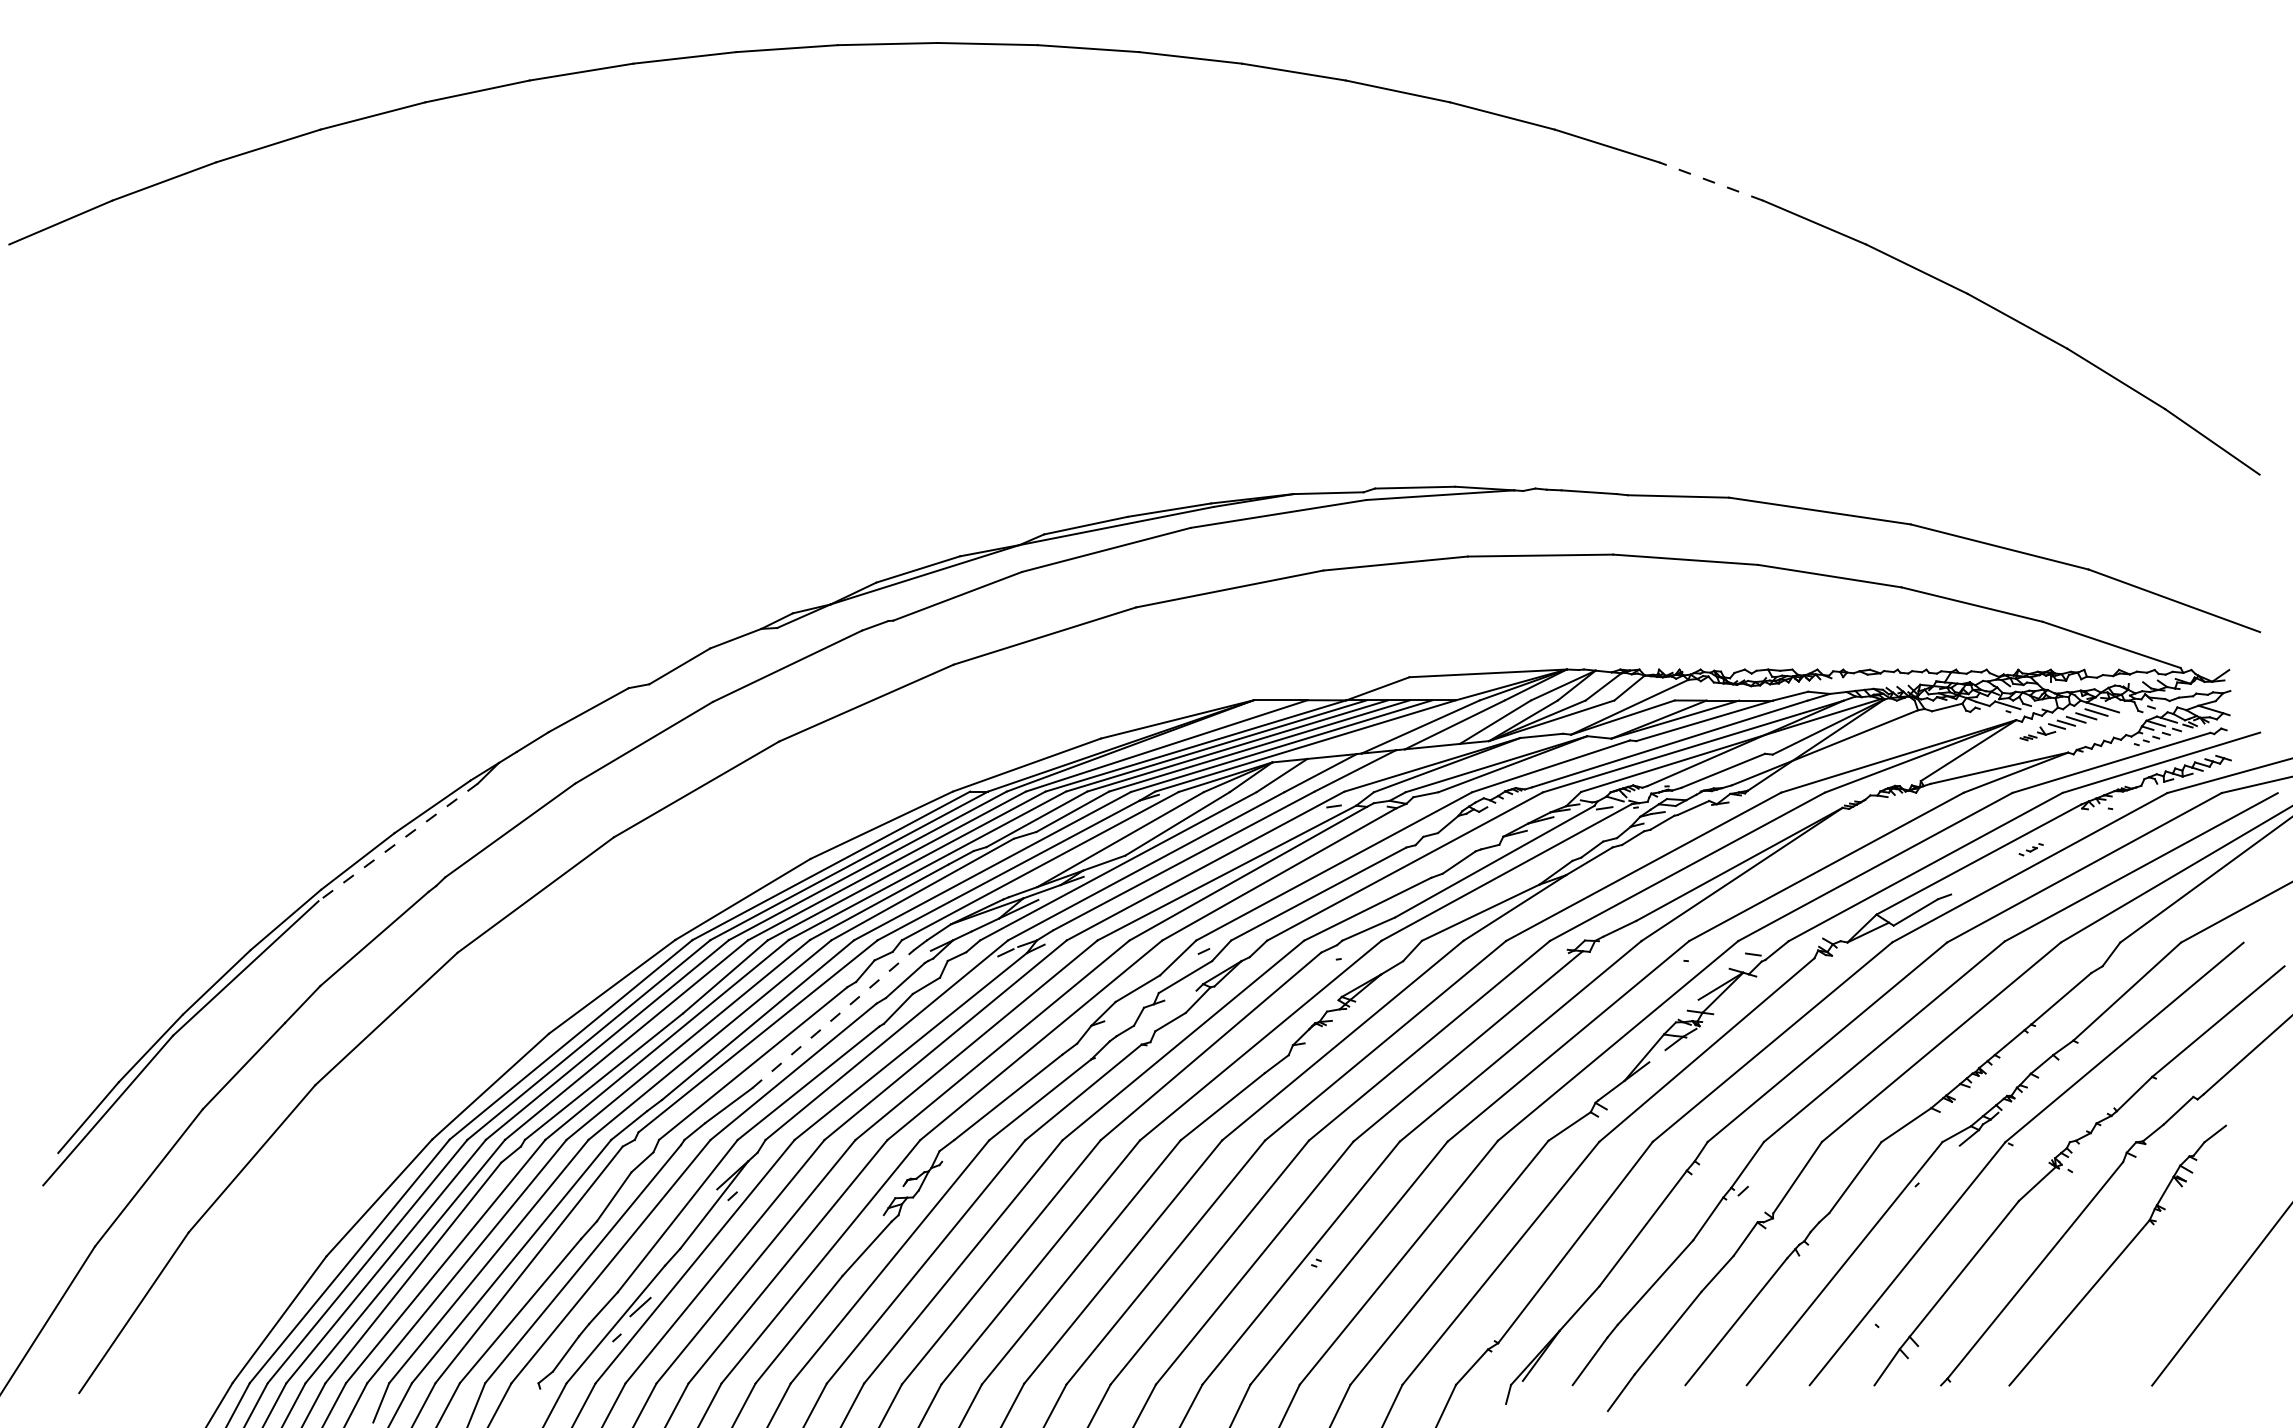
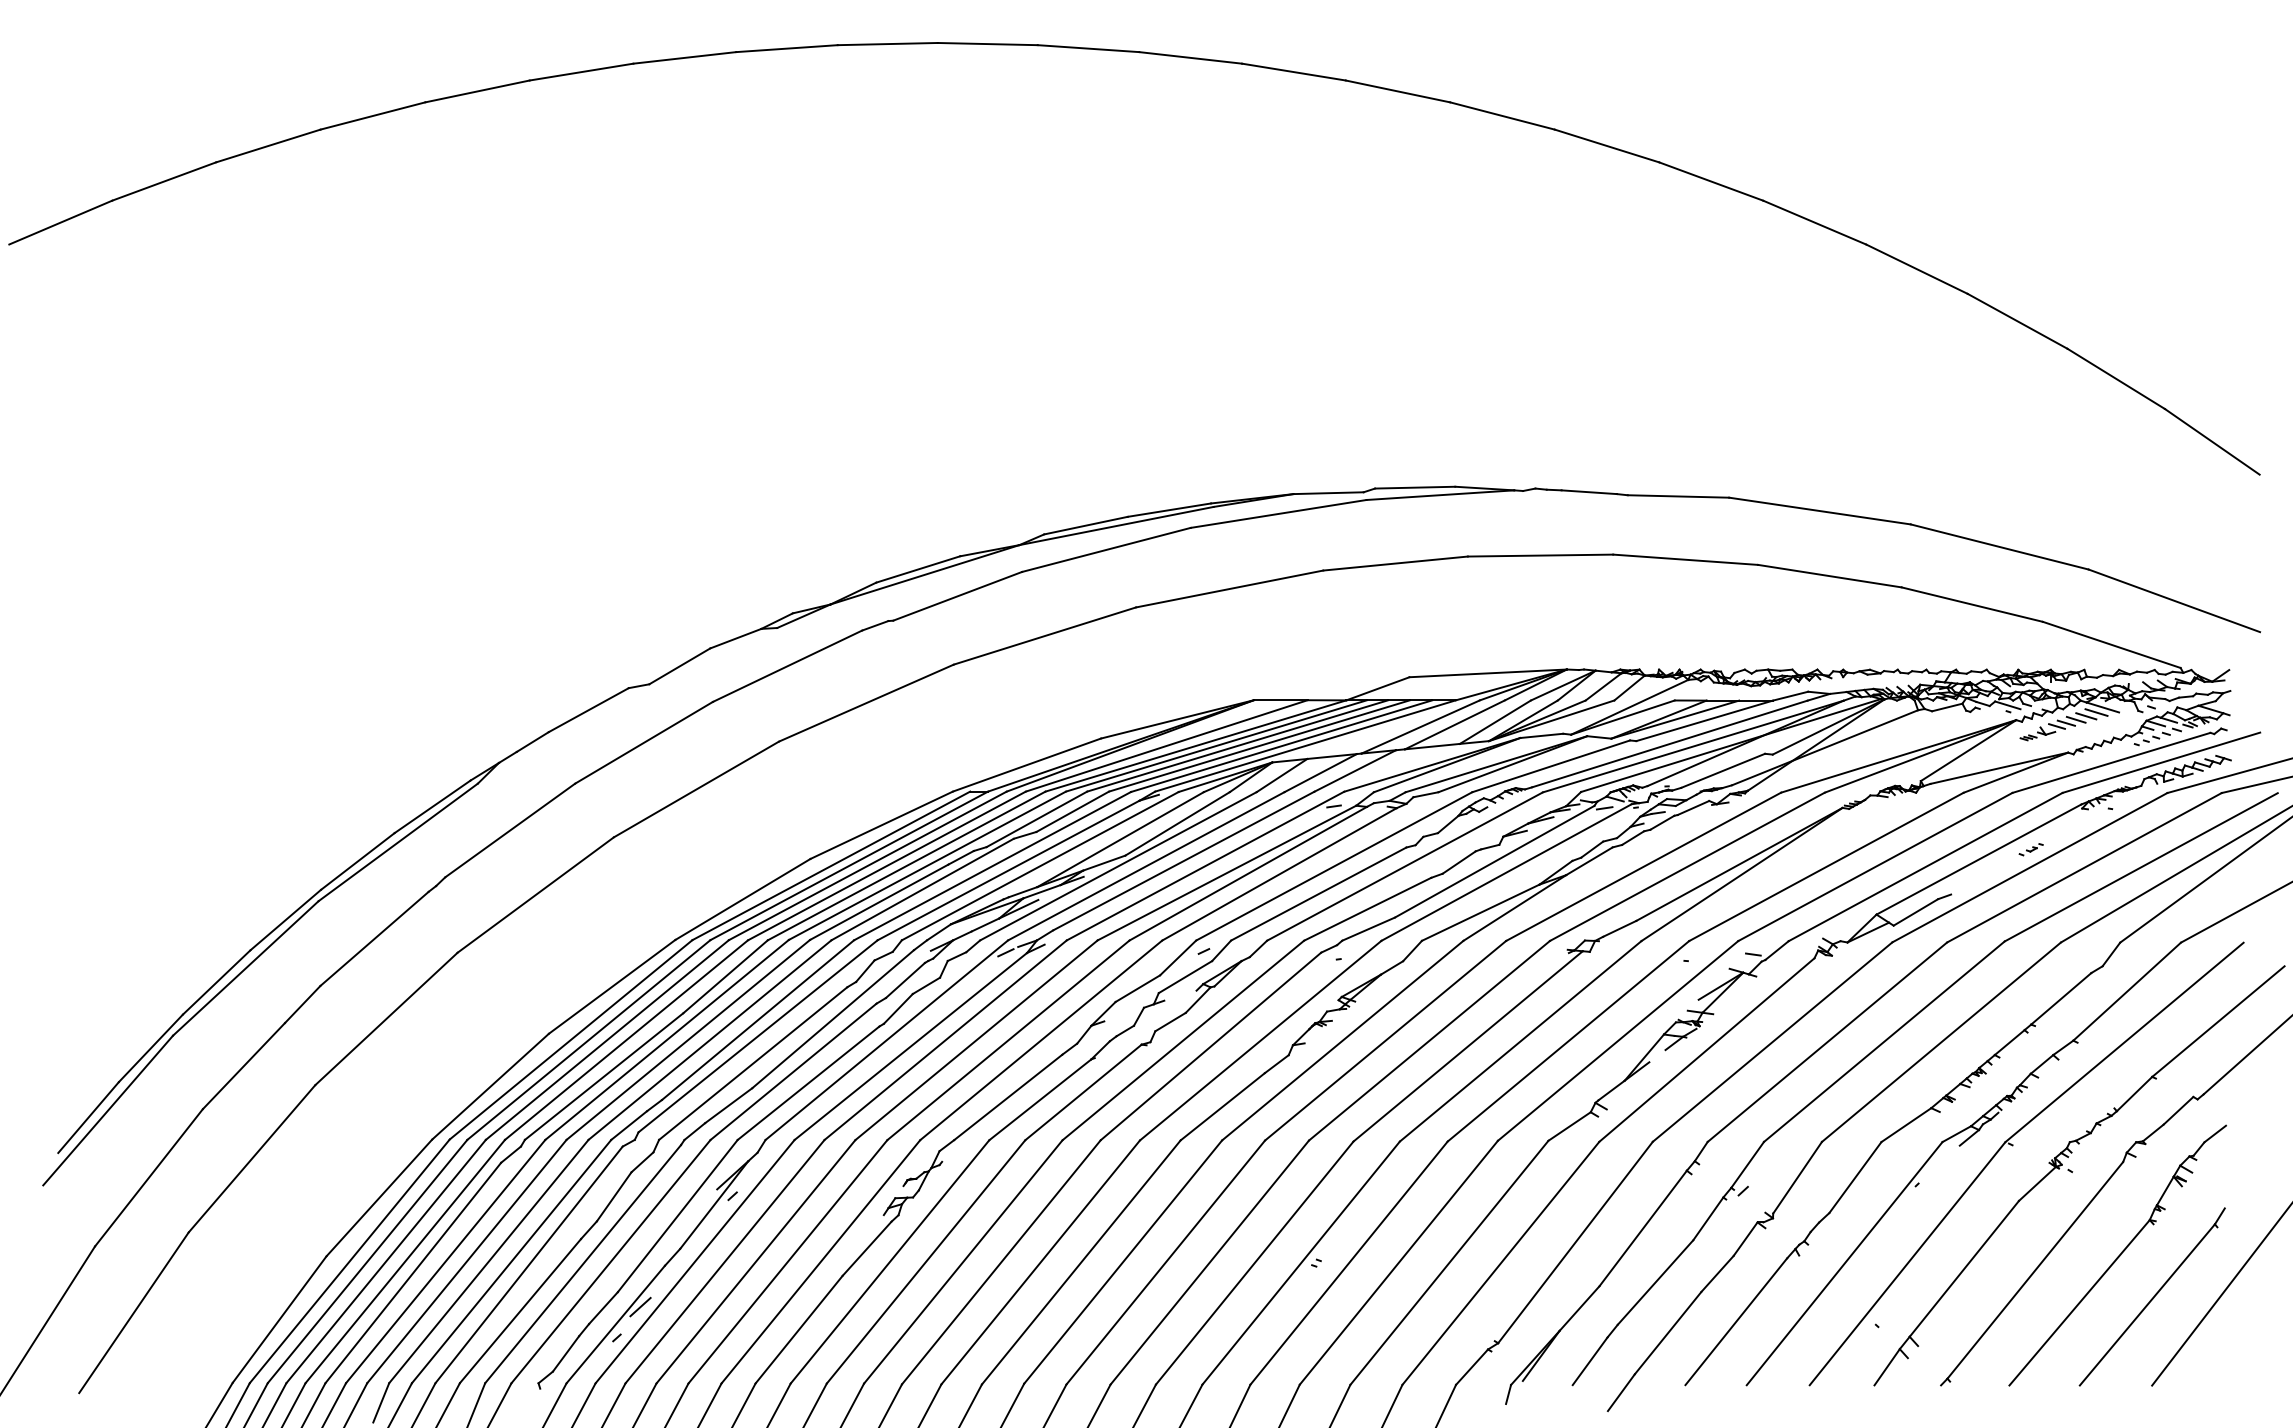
line at (1710, 181): dashed -> solid
line at (397, 842): dashed -> solid
line at (833, 1018): dashed -> solid
part at (2151, 1296): none -> present
